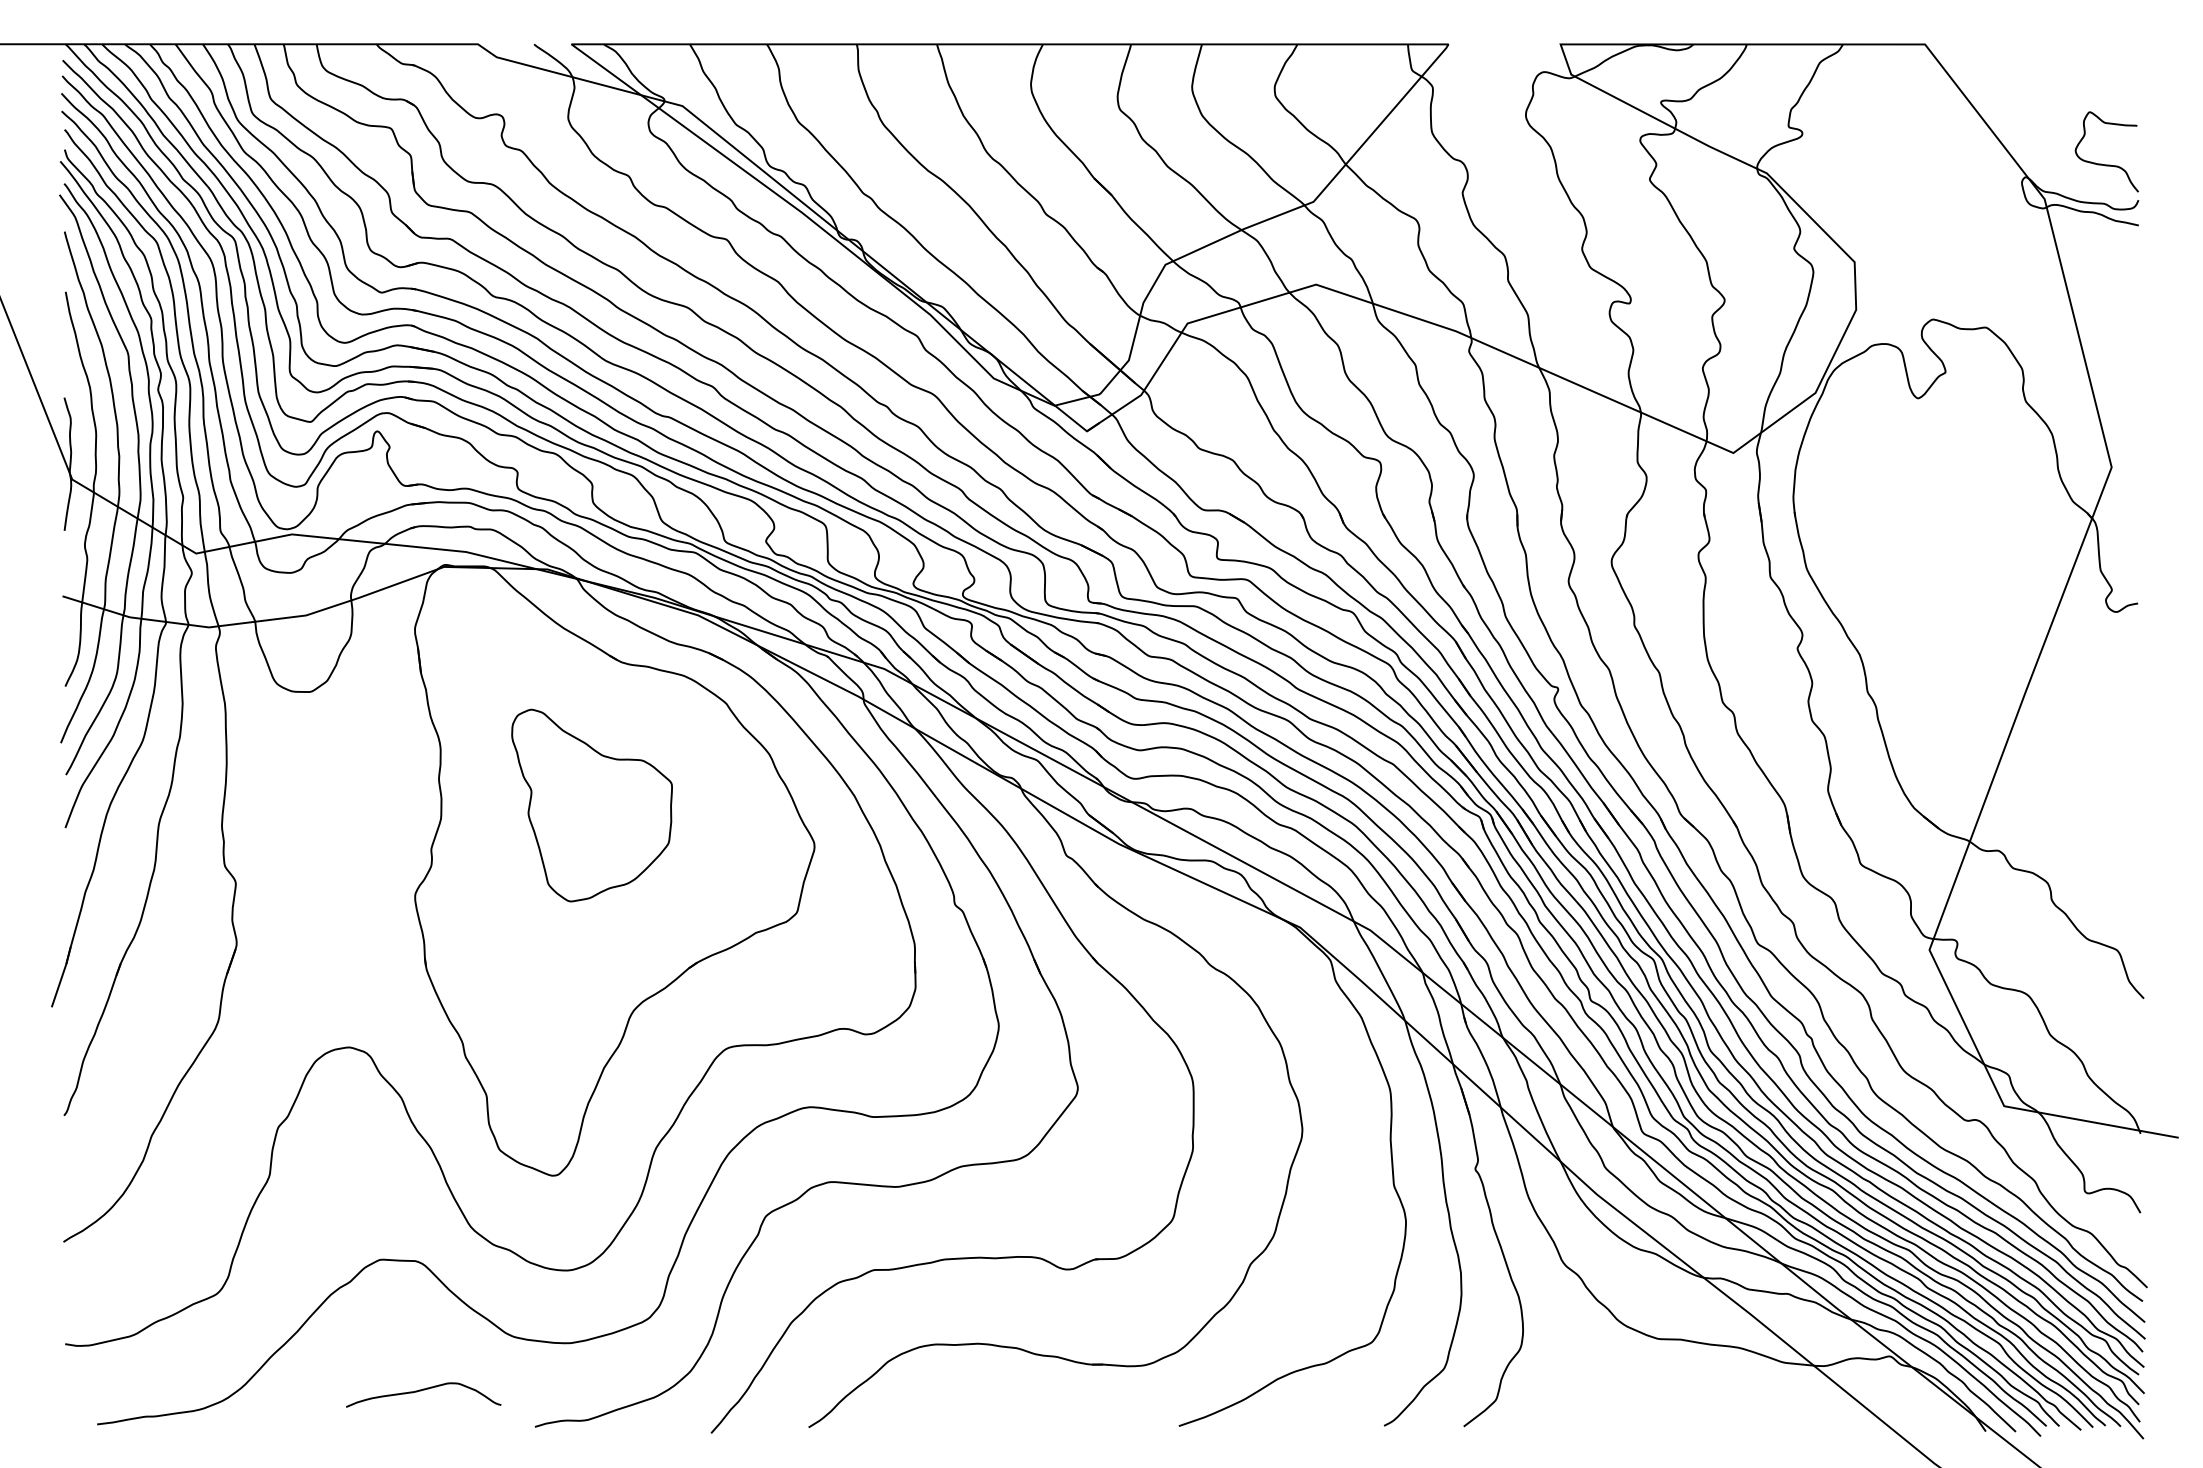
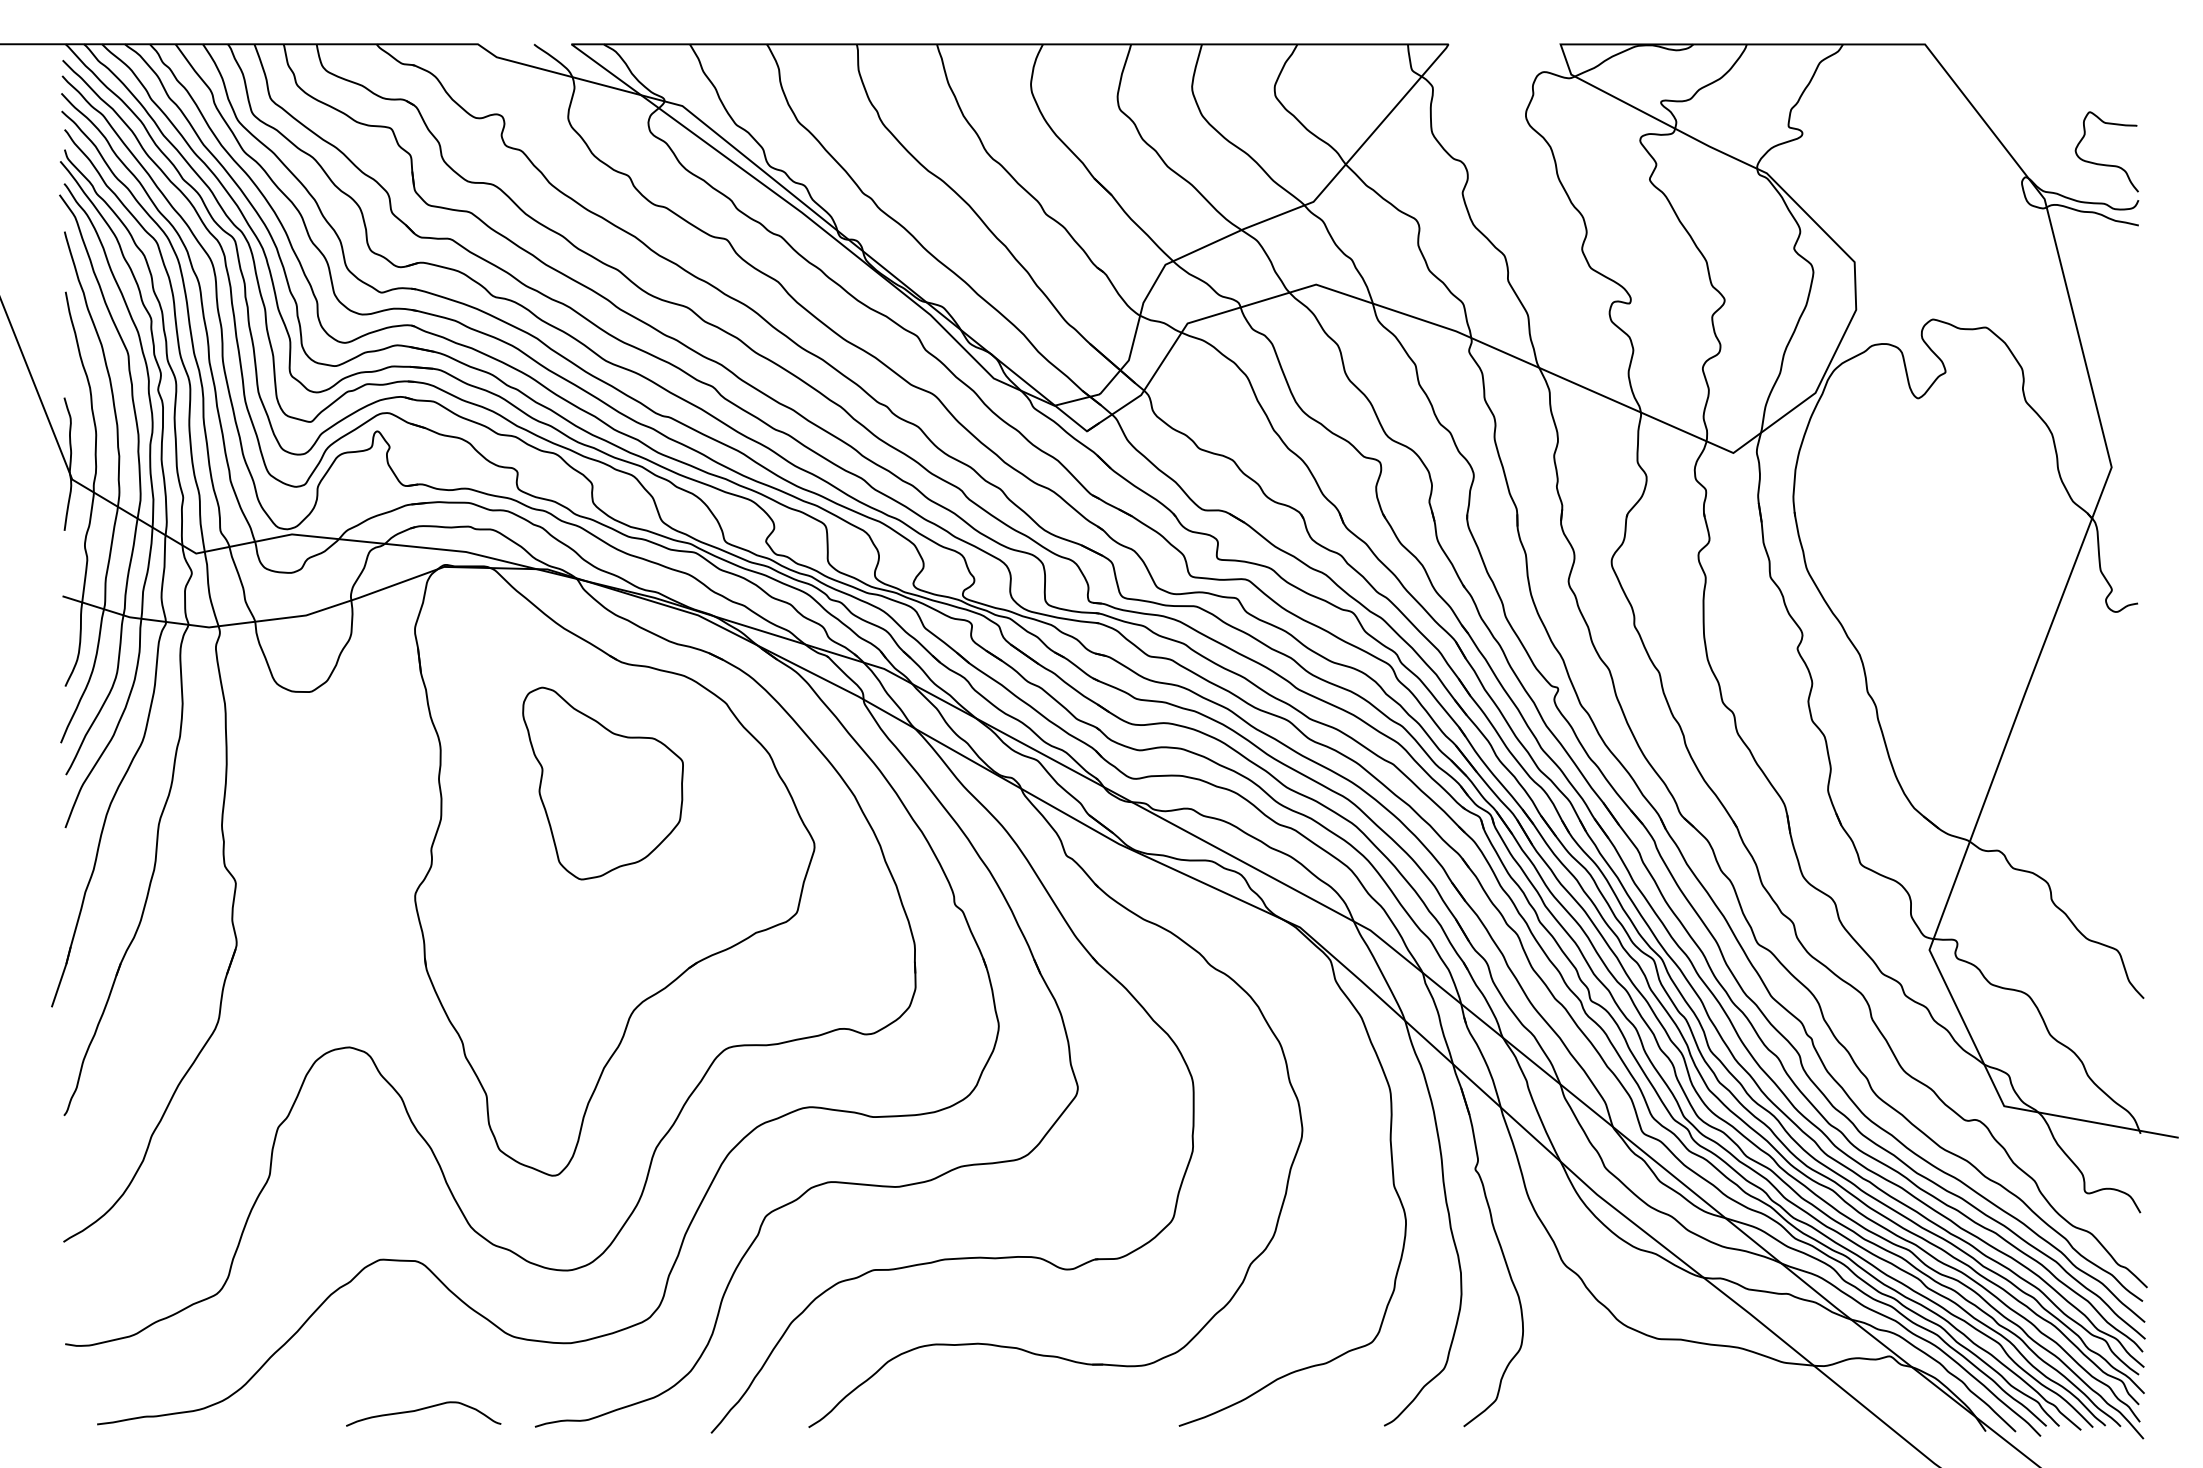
part at (591, 805) position: (591, 805) -> (602, 783)
curve at (421, 1391) position: (421, 1391) -> (421, 1410)
